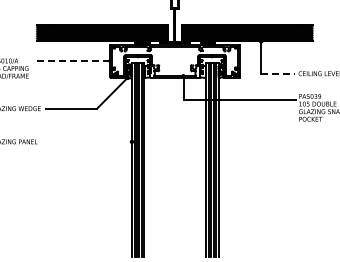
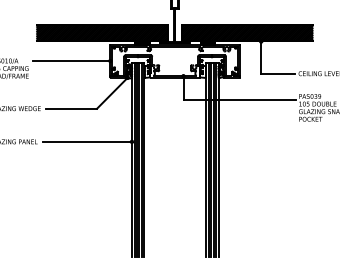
line at (71, 61): dashed -> solid
line at (278, 73): dashed -> solid
line at (86, 141): none -> present
